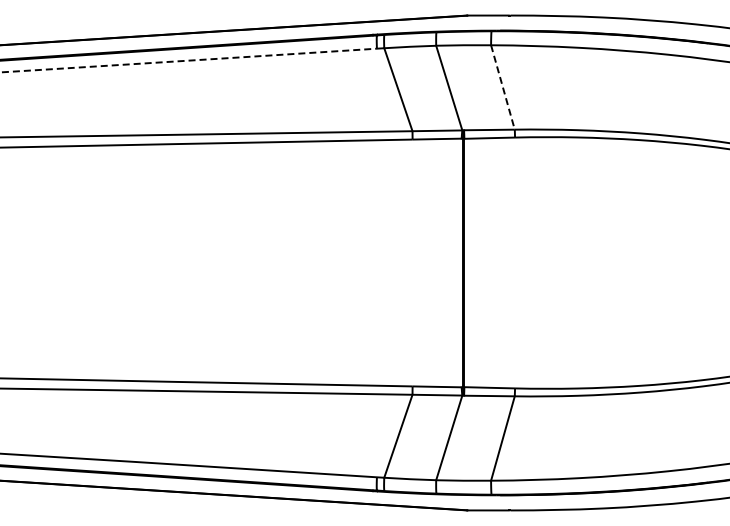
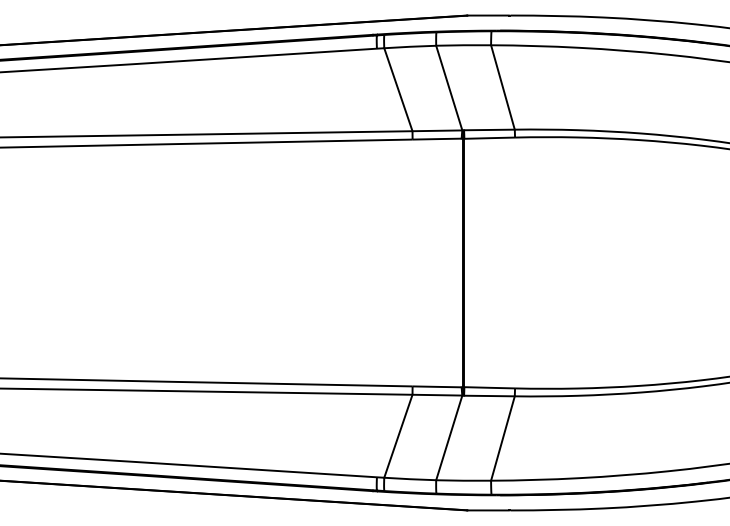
arc at (188, 60): dashed -> solid
line at (502, 87): dashed -> solid
